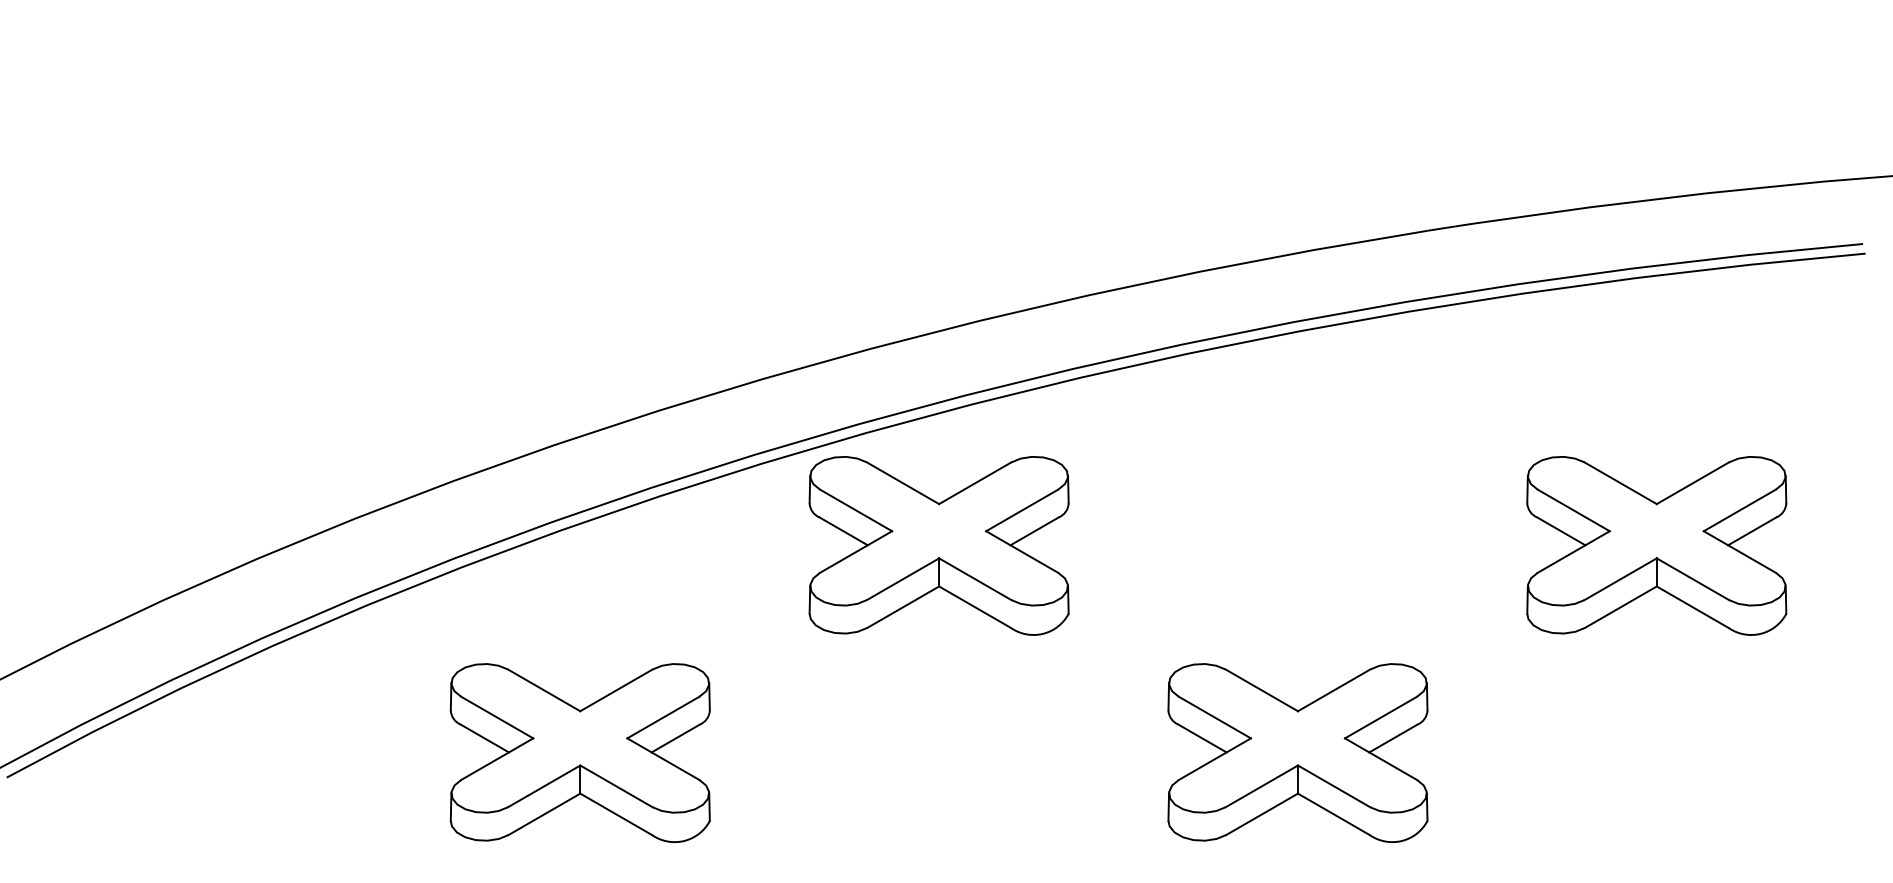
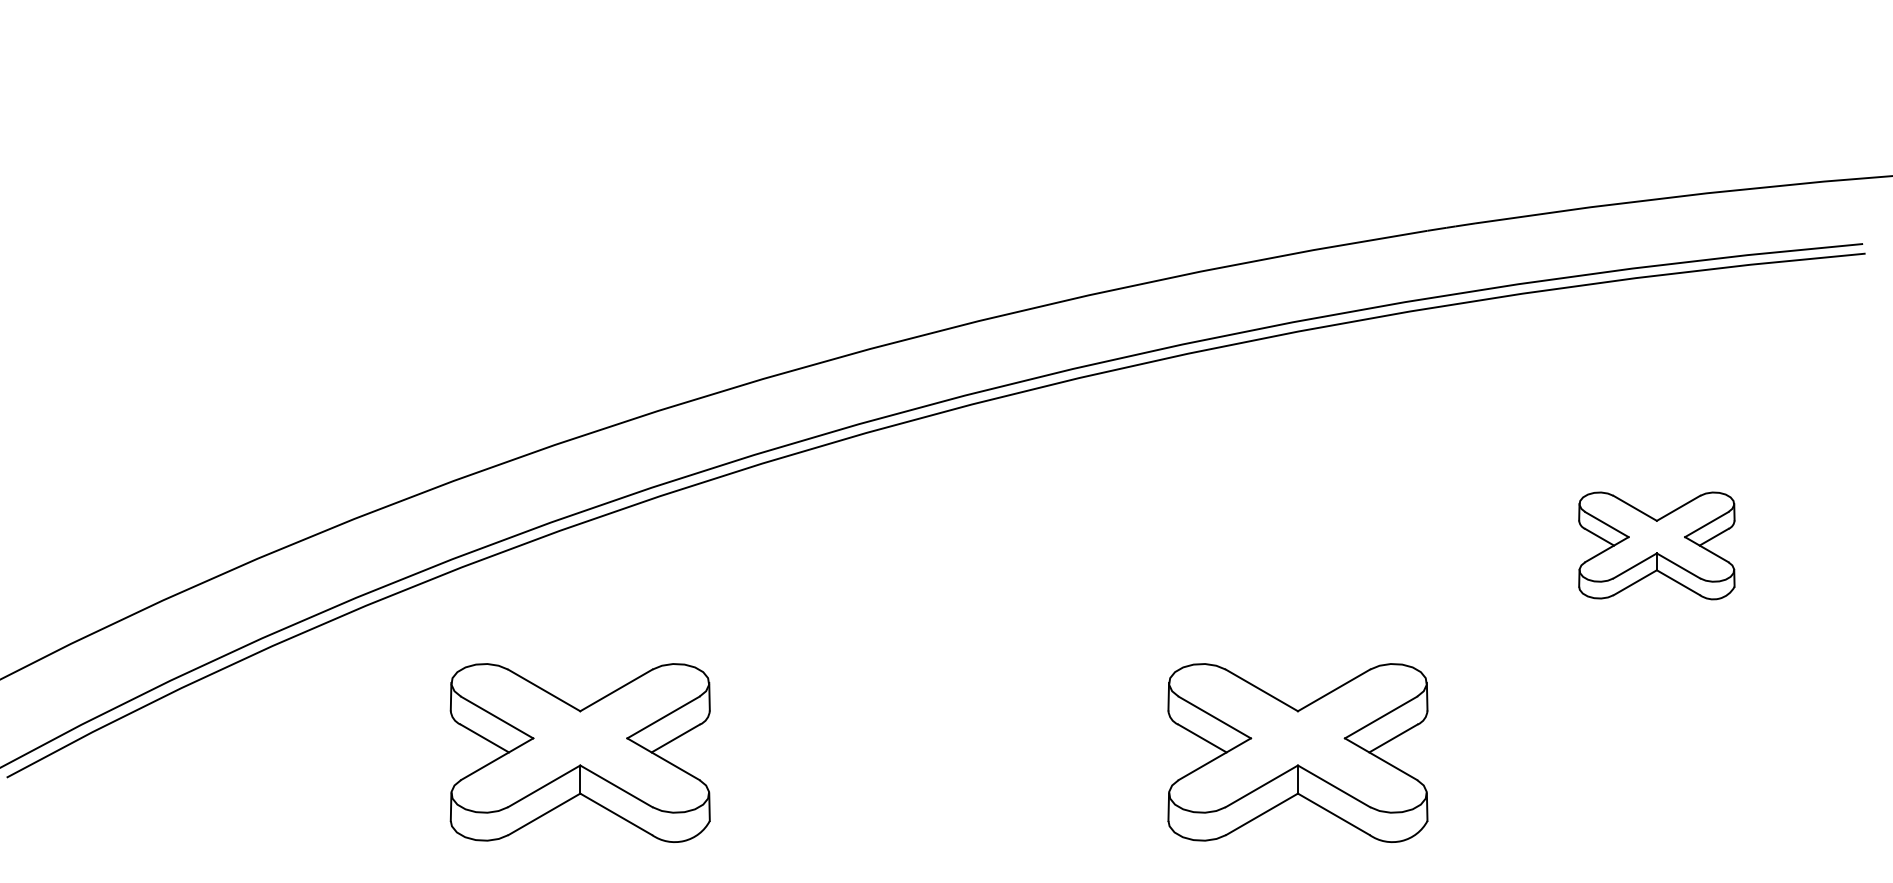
part at (938, 545): present -> none
part at (1656, 545) size: 262x180 px -> 158x110 px
